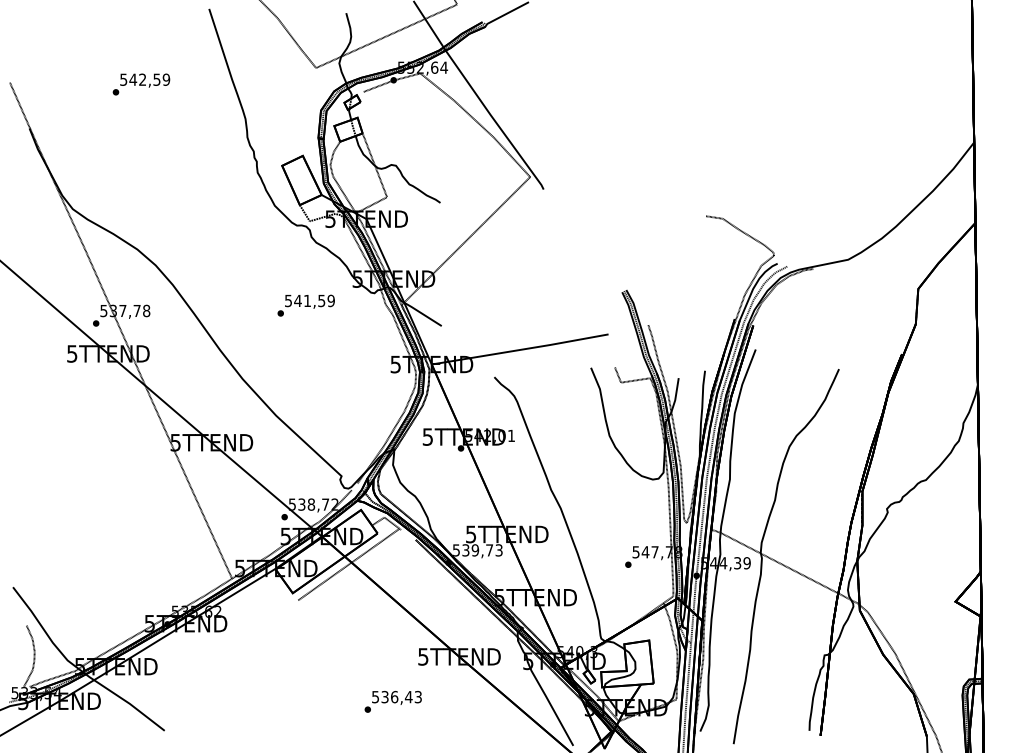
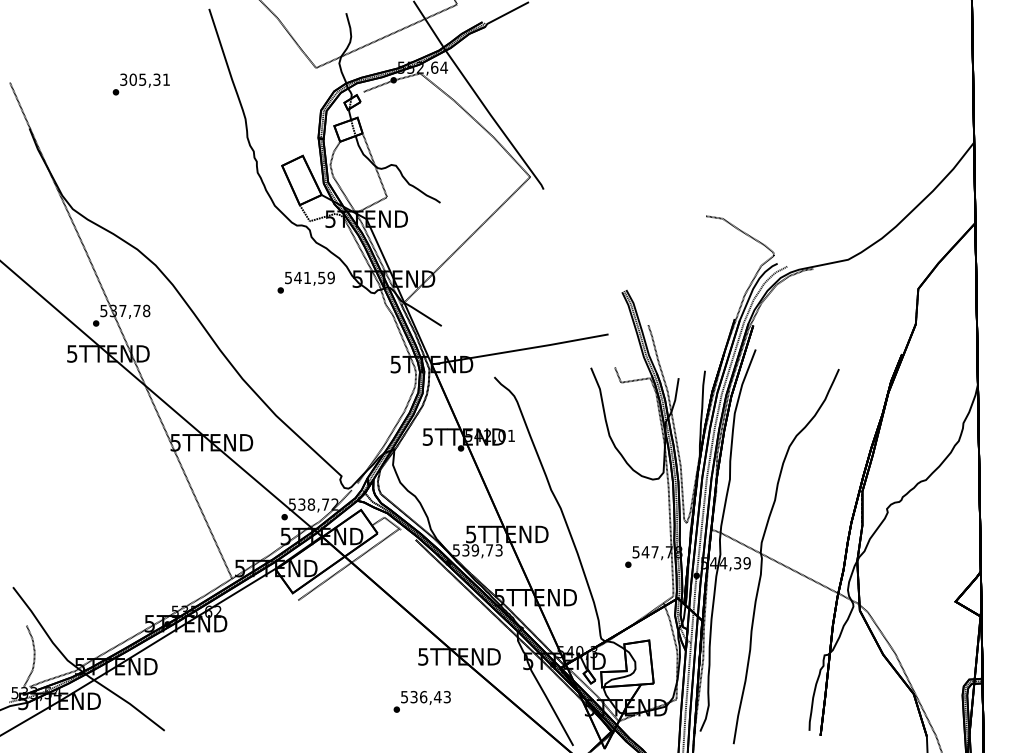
text at (145, 79): 542,59 -> 305,31
text at (305, 305) position: (305, 305) -> (305, 282)
text at (392, 701) position: (392, 701) -> (421, 701)
